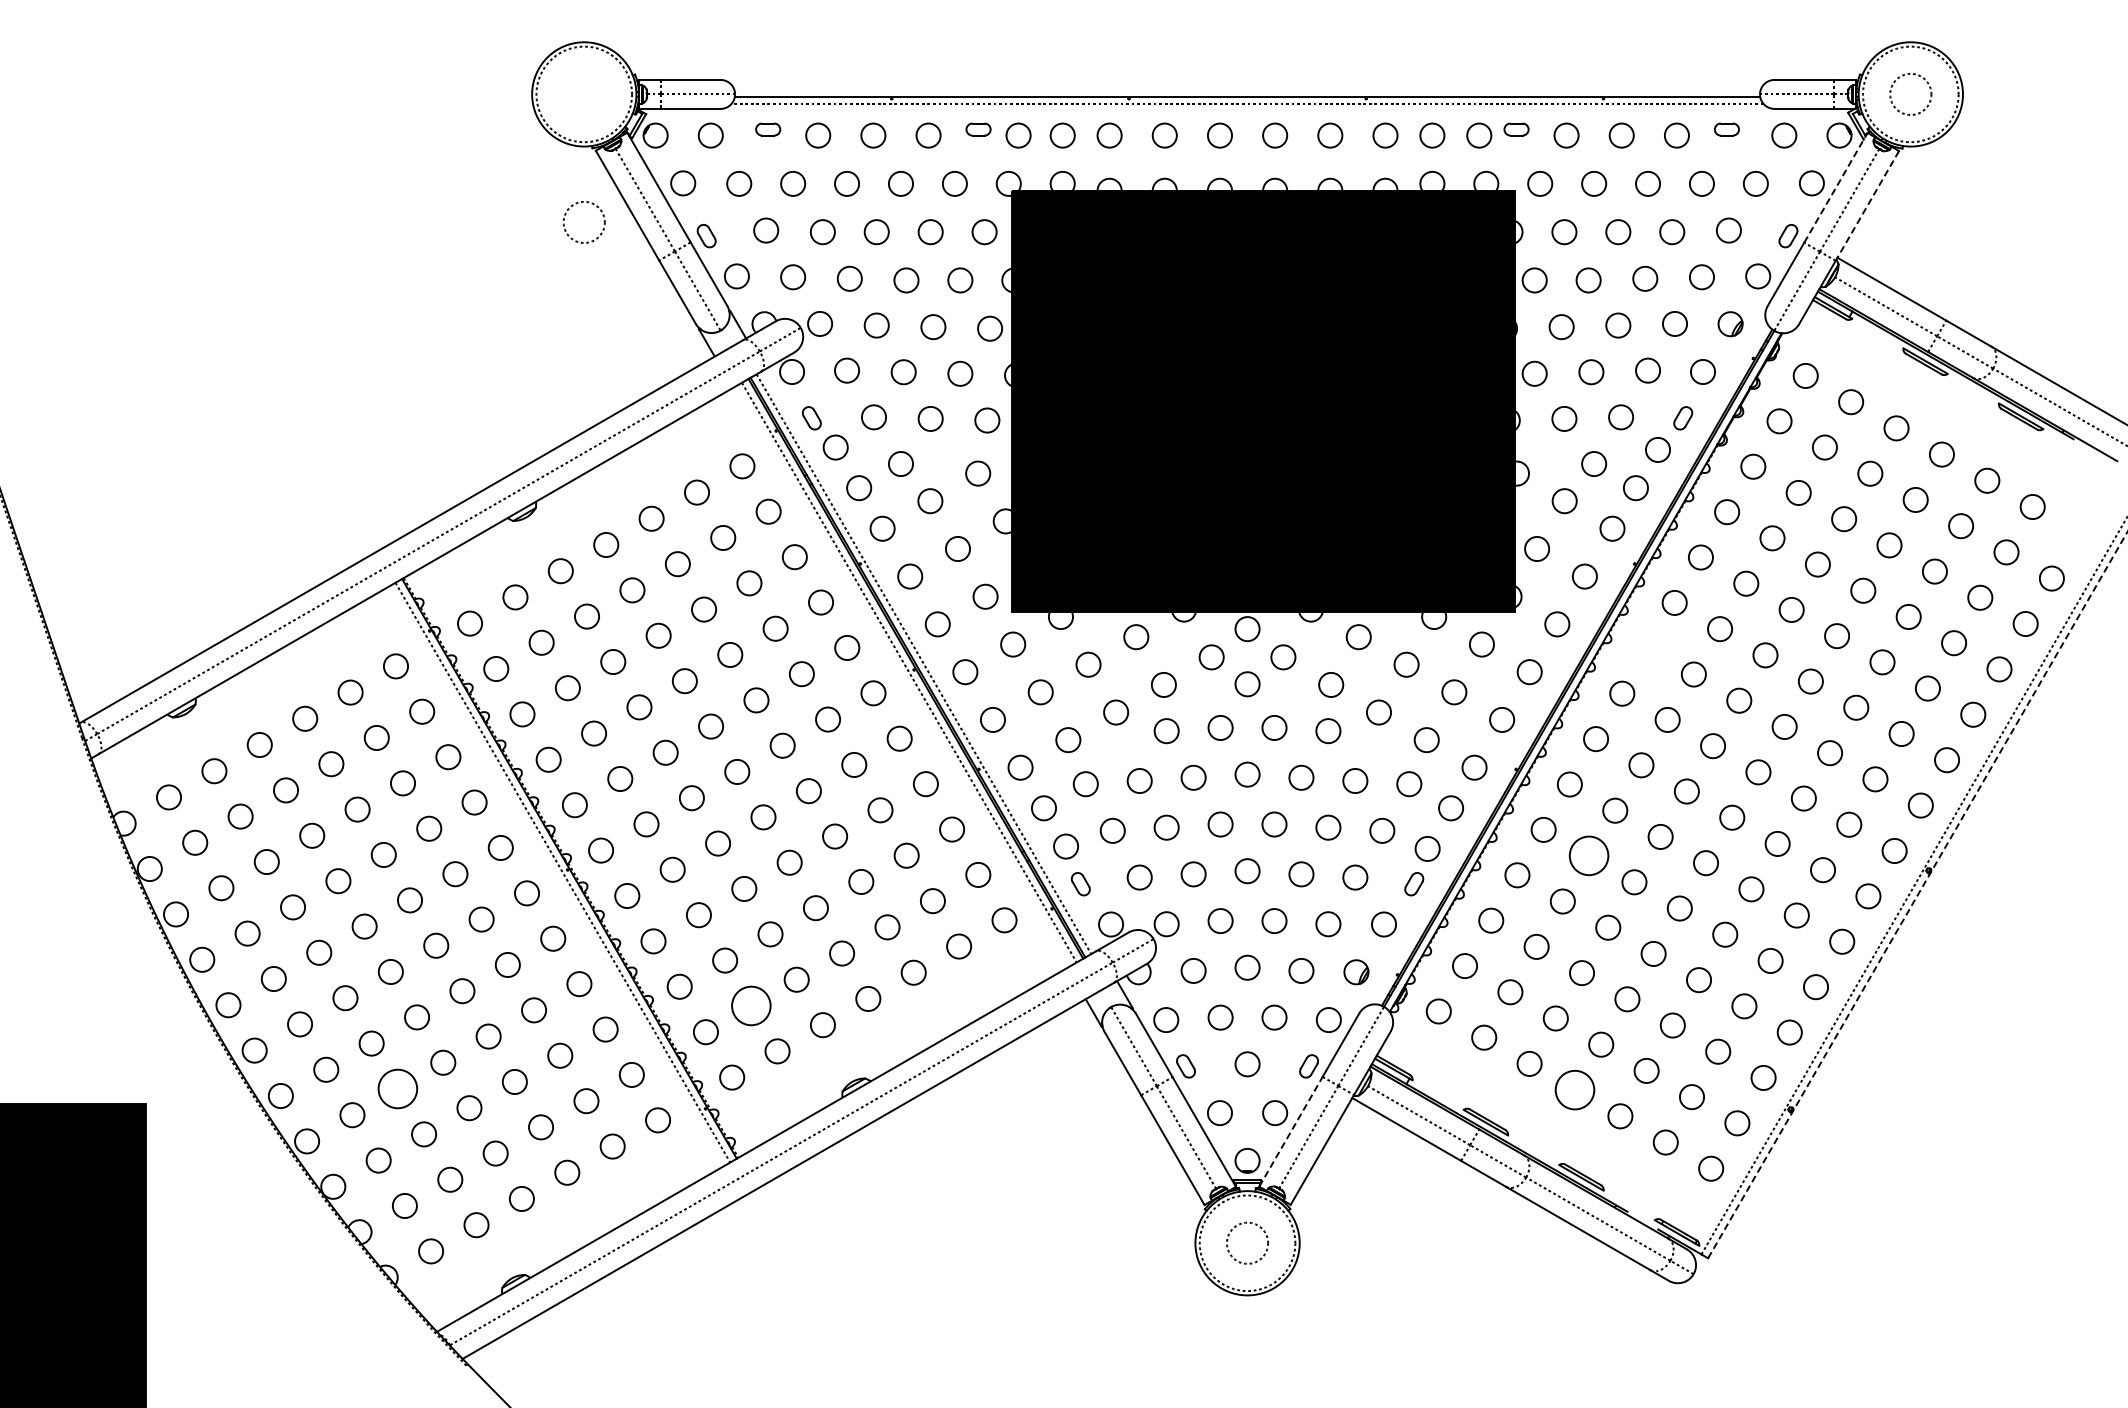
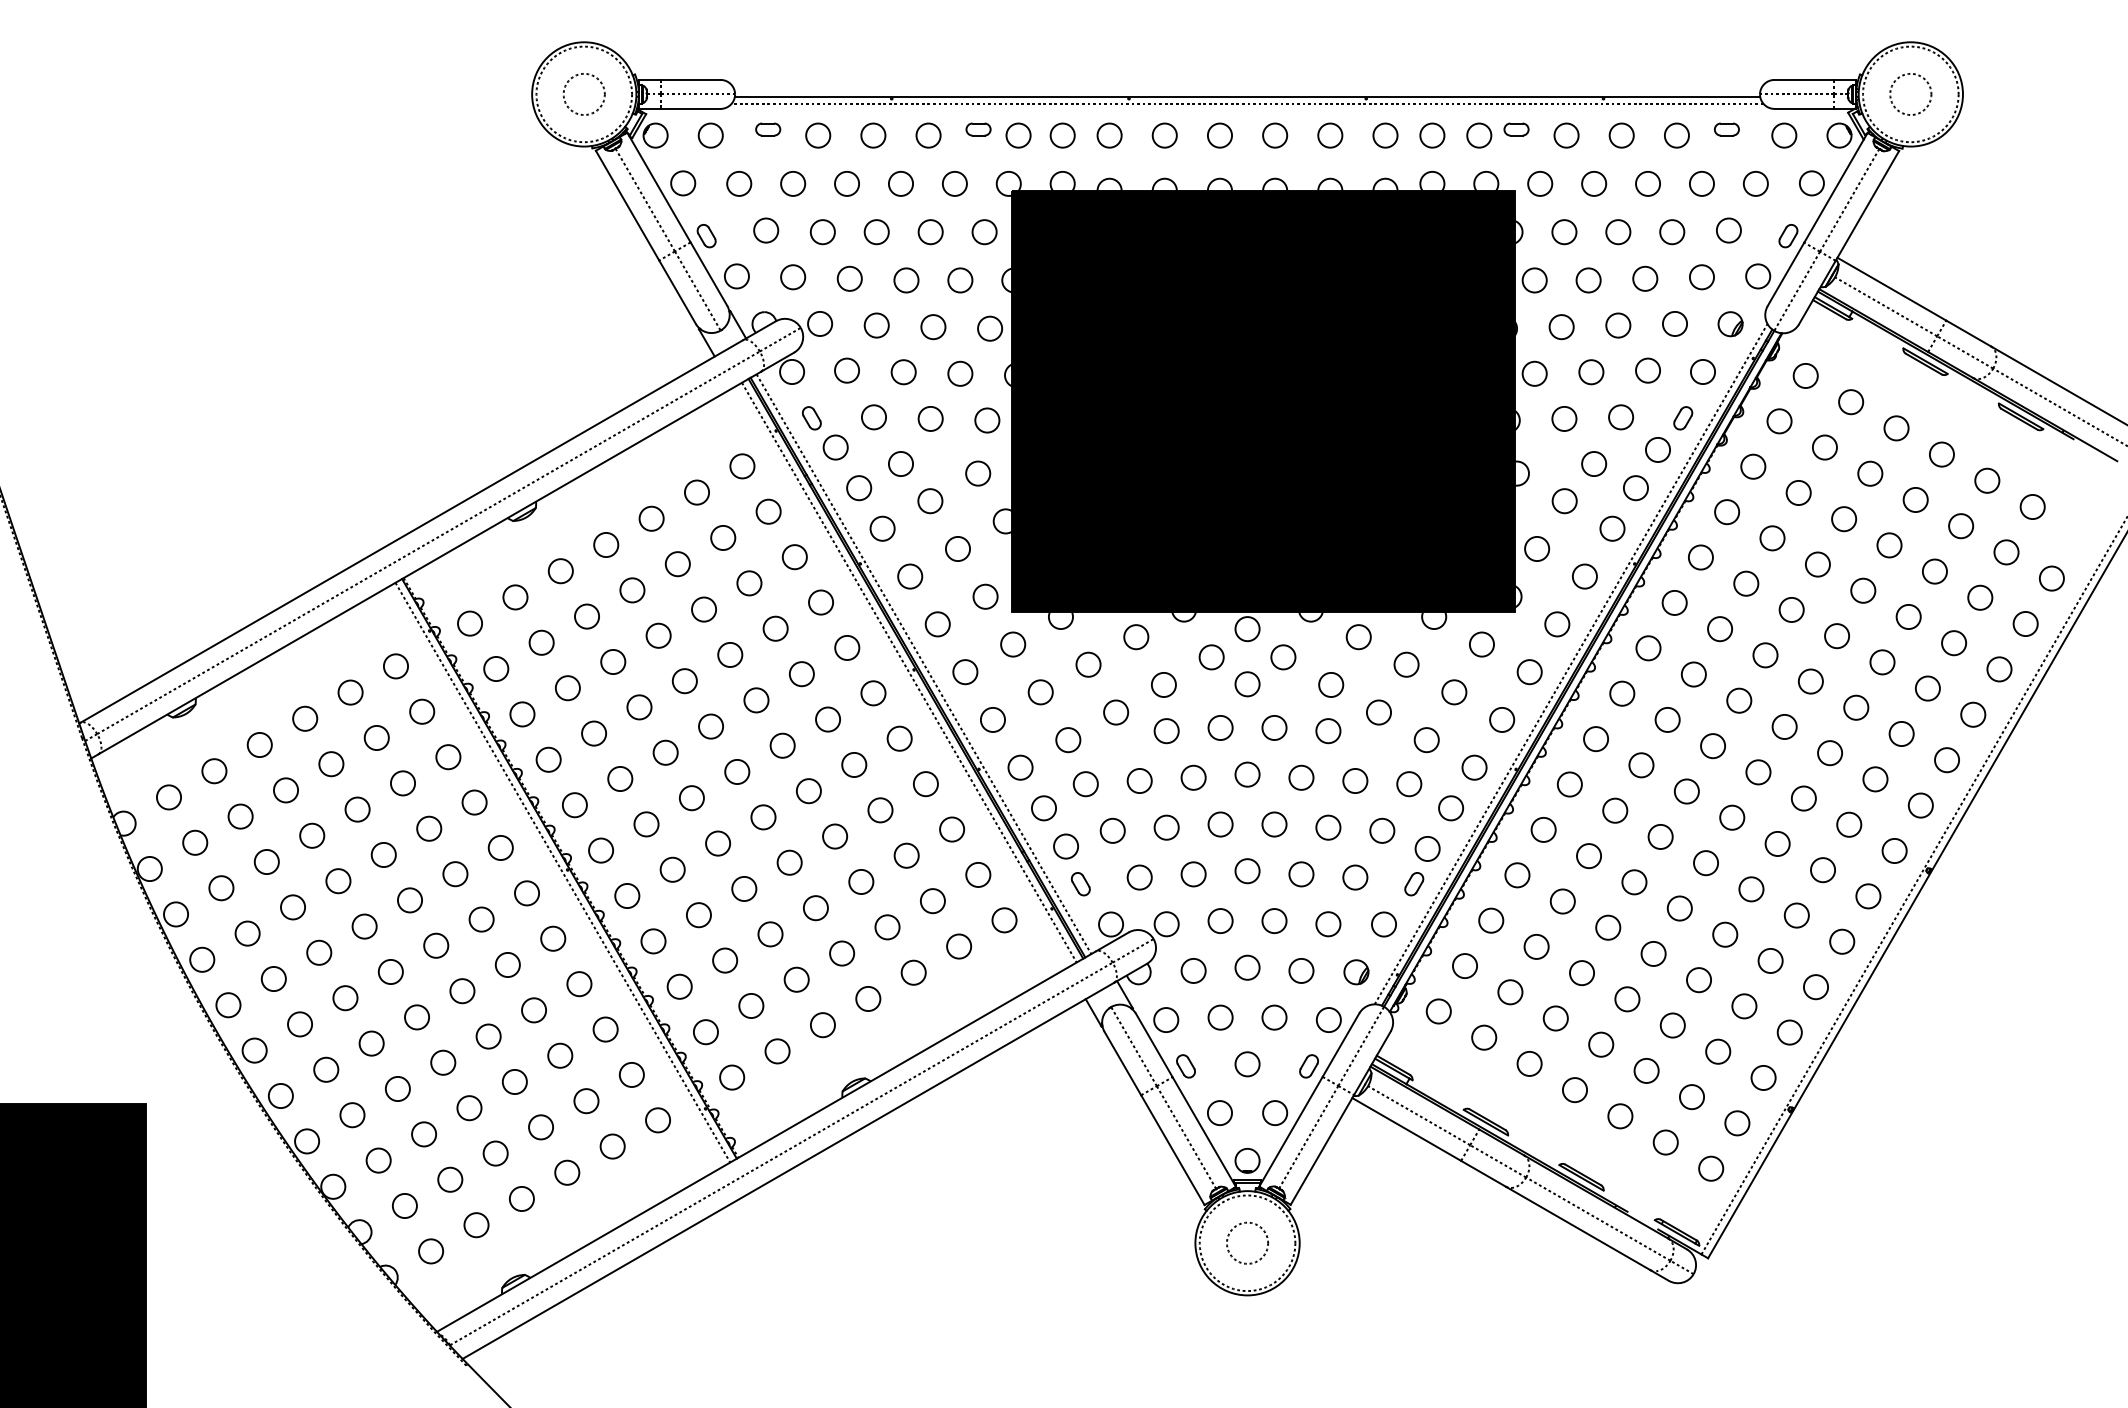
line at (1836, 187): dashed -> solid
line at (1867, 206): dashed -> solid
circle at (583, 222) position: (583, 222) -> (583, 94)
circle at (1648, 648): none -> present
line at (1570, 664): none -> present
circle at (1588, 855) size: 42x42 px -> 26x27 px
line at (1917, 894): dashed -> solid
circle at (751, 1005) diameter: 39 px -> 24 px
circle at (397, 1088) diameter: 39 px -> 24 px
circle at (1574, 1089) diameter: 39 px -> 24 px
line at (1291, 1131): dashed -> solid
